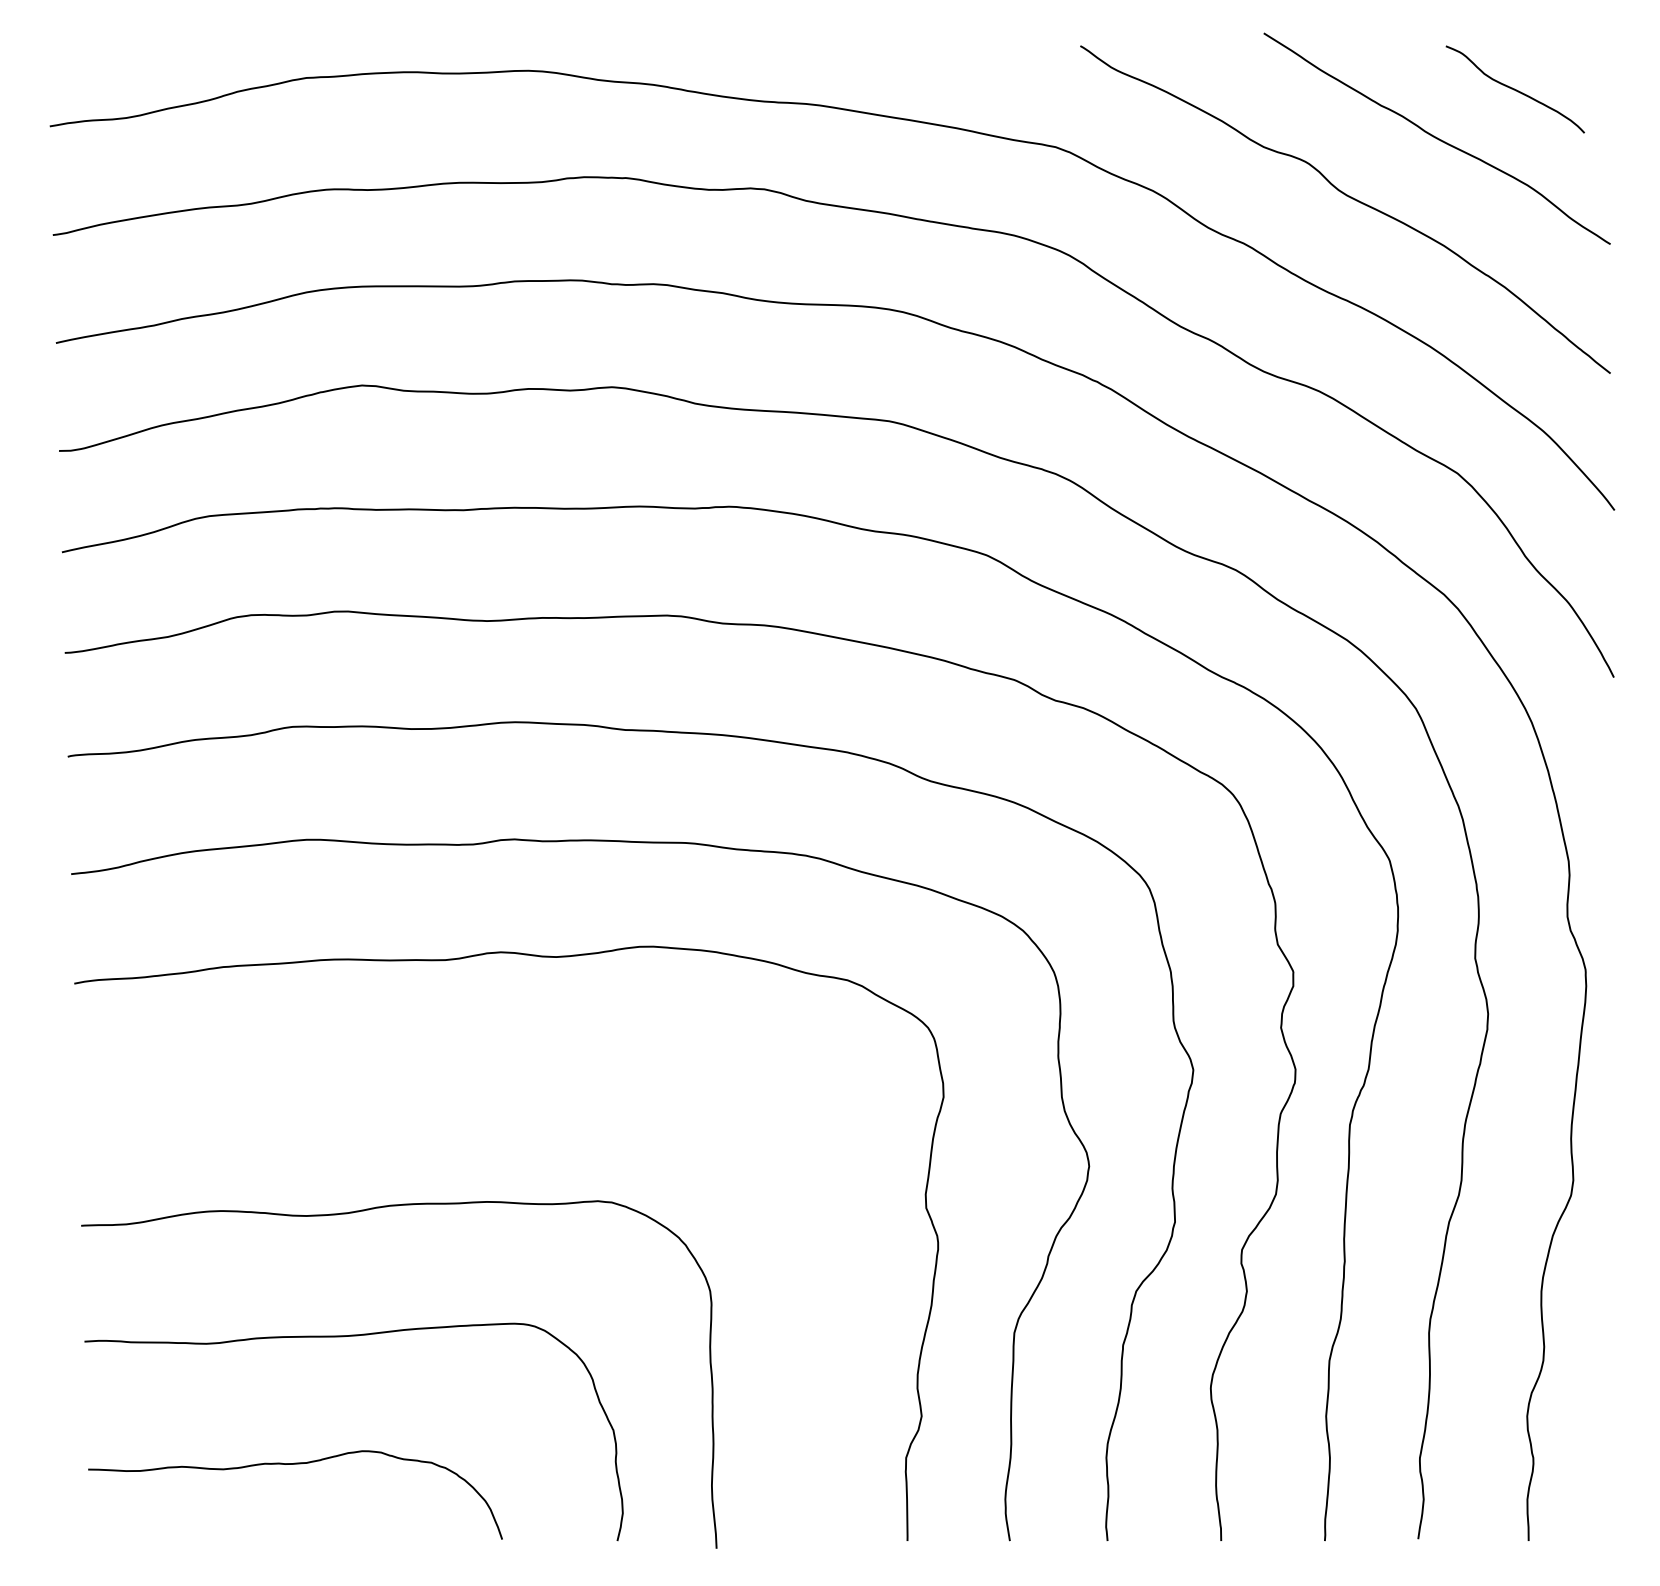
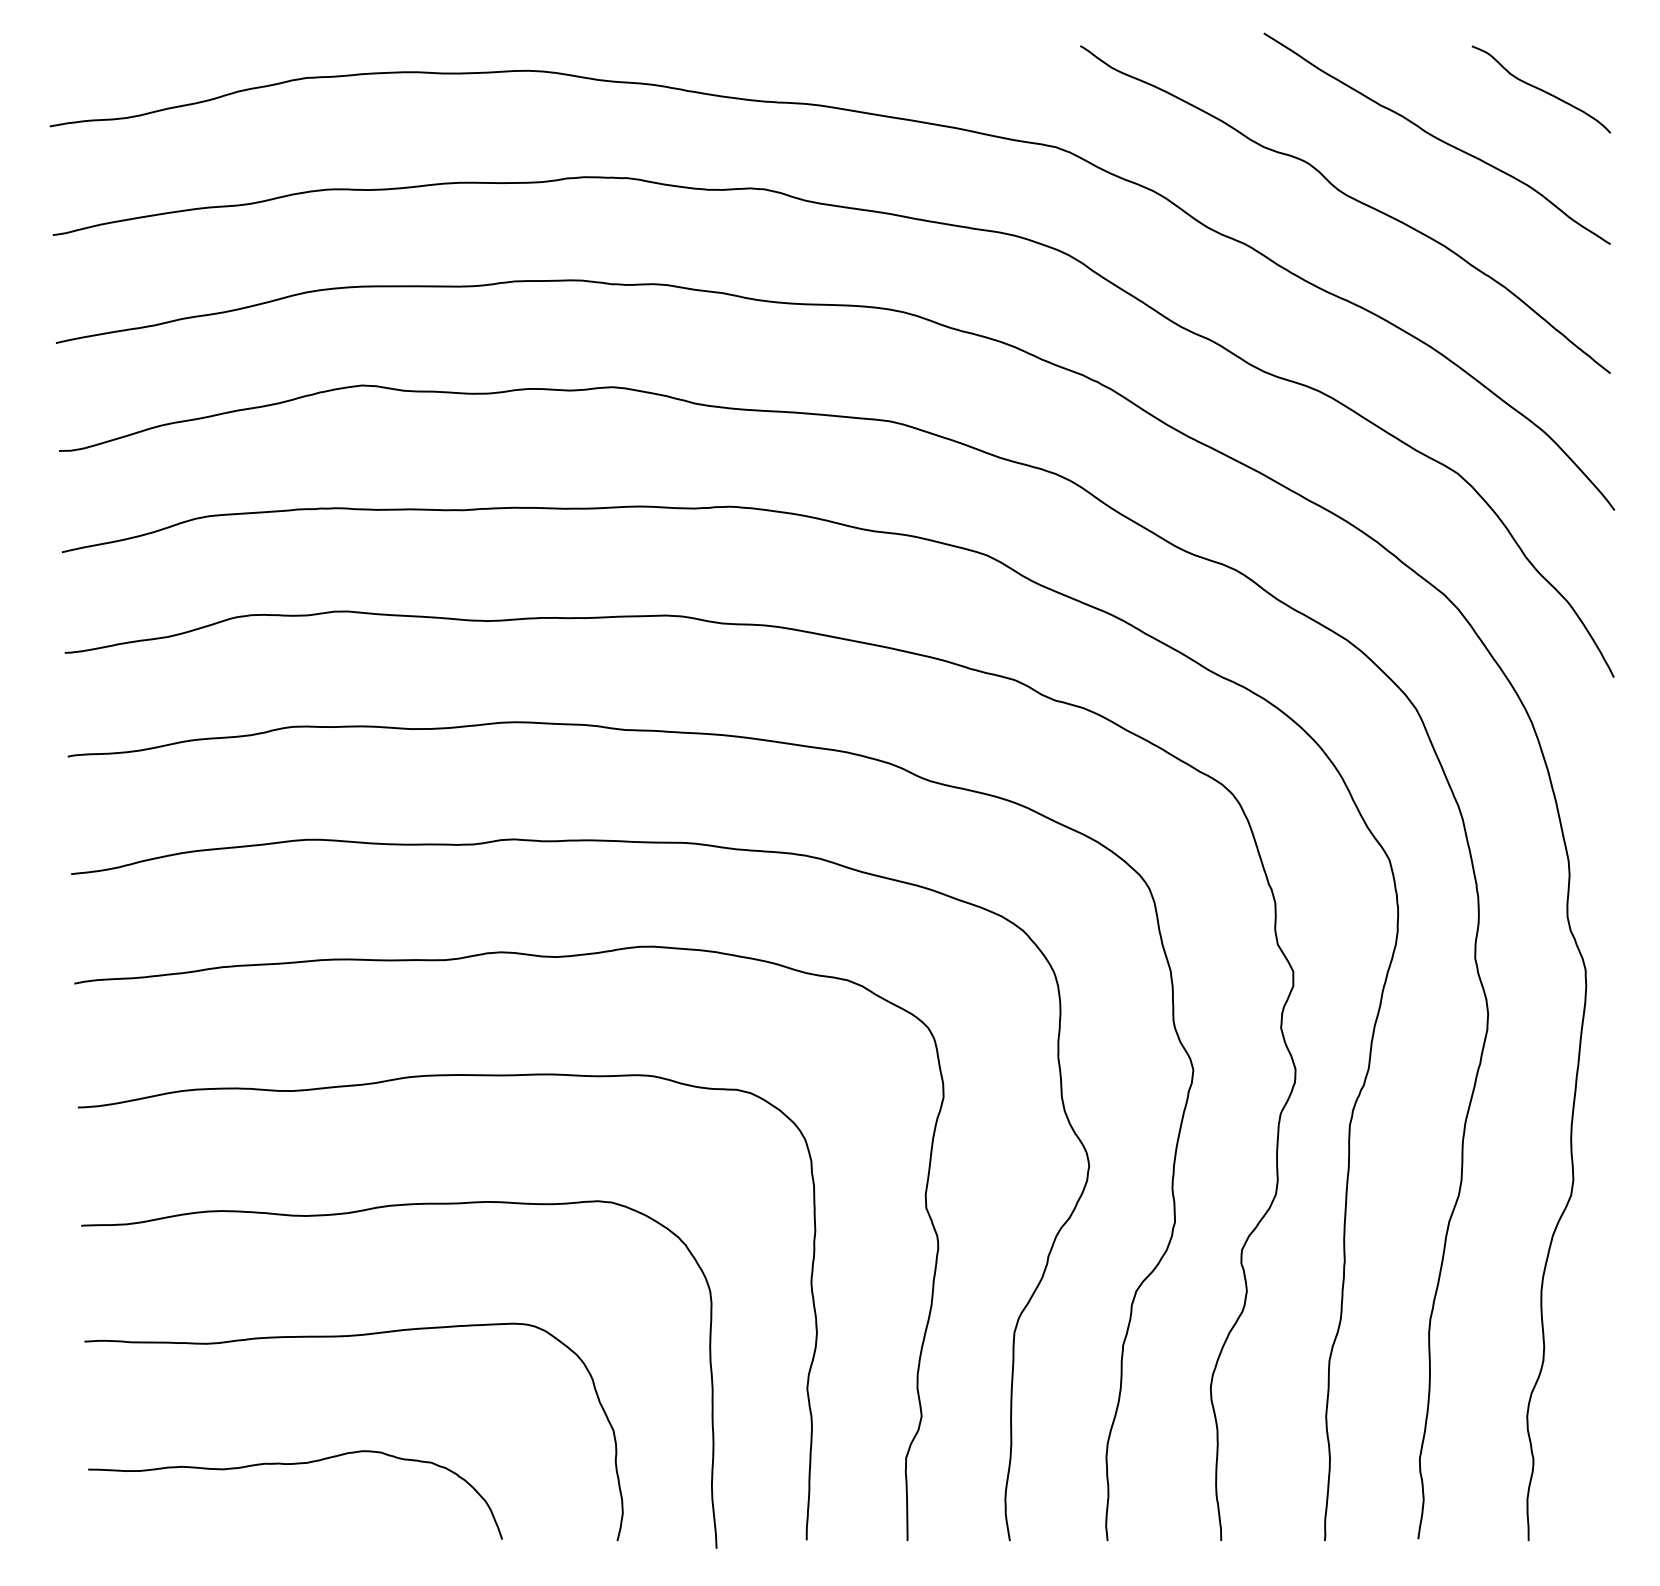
curve at (1514, 89) position: (1514, 89) -> (1540, 89)
curve at (447, 1076): none -> present
